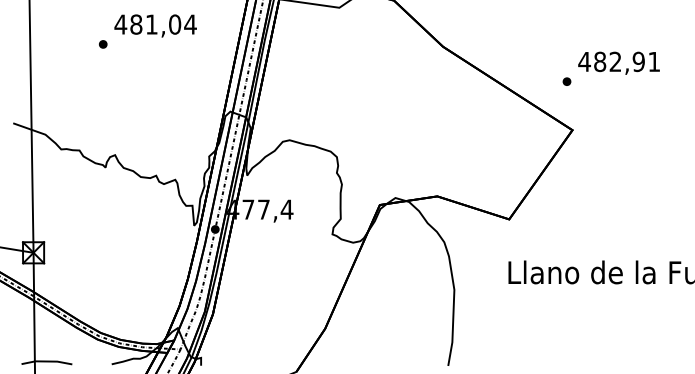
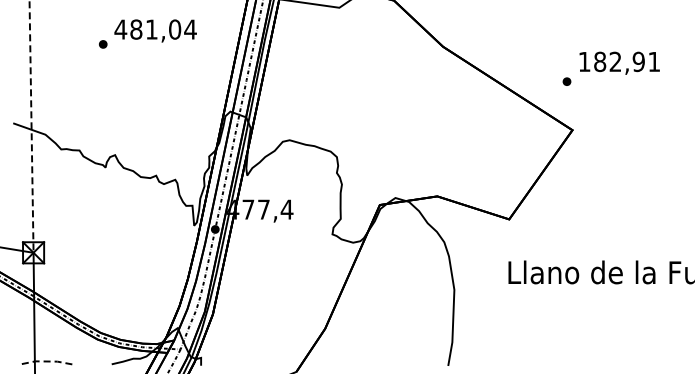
text at (155, 25) position: (155, 25) -> (155, 30)
text at (584, 61): 482,91 -> 182,91
line at (31, 127): solid -> dashed
line at (46, 361): solid -> dashed
